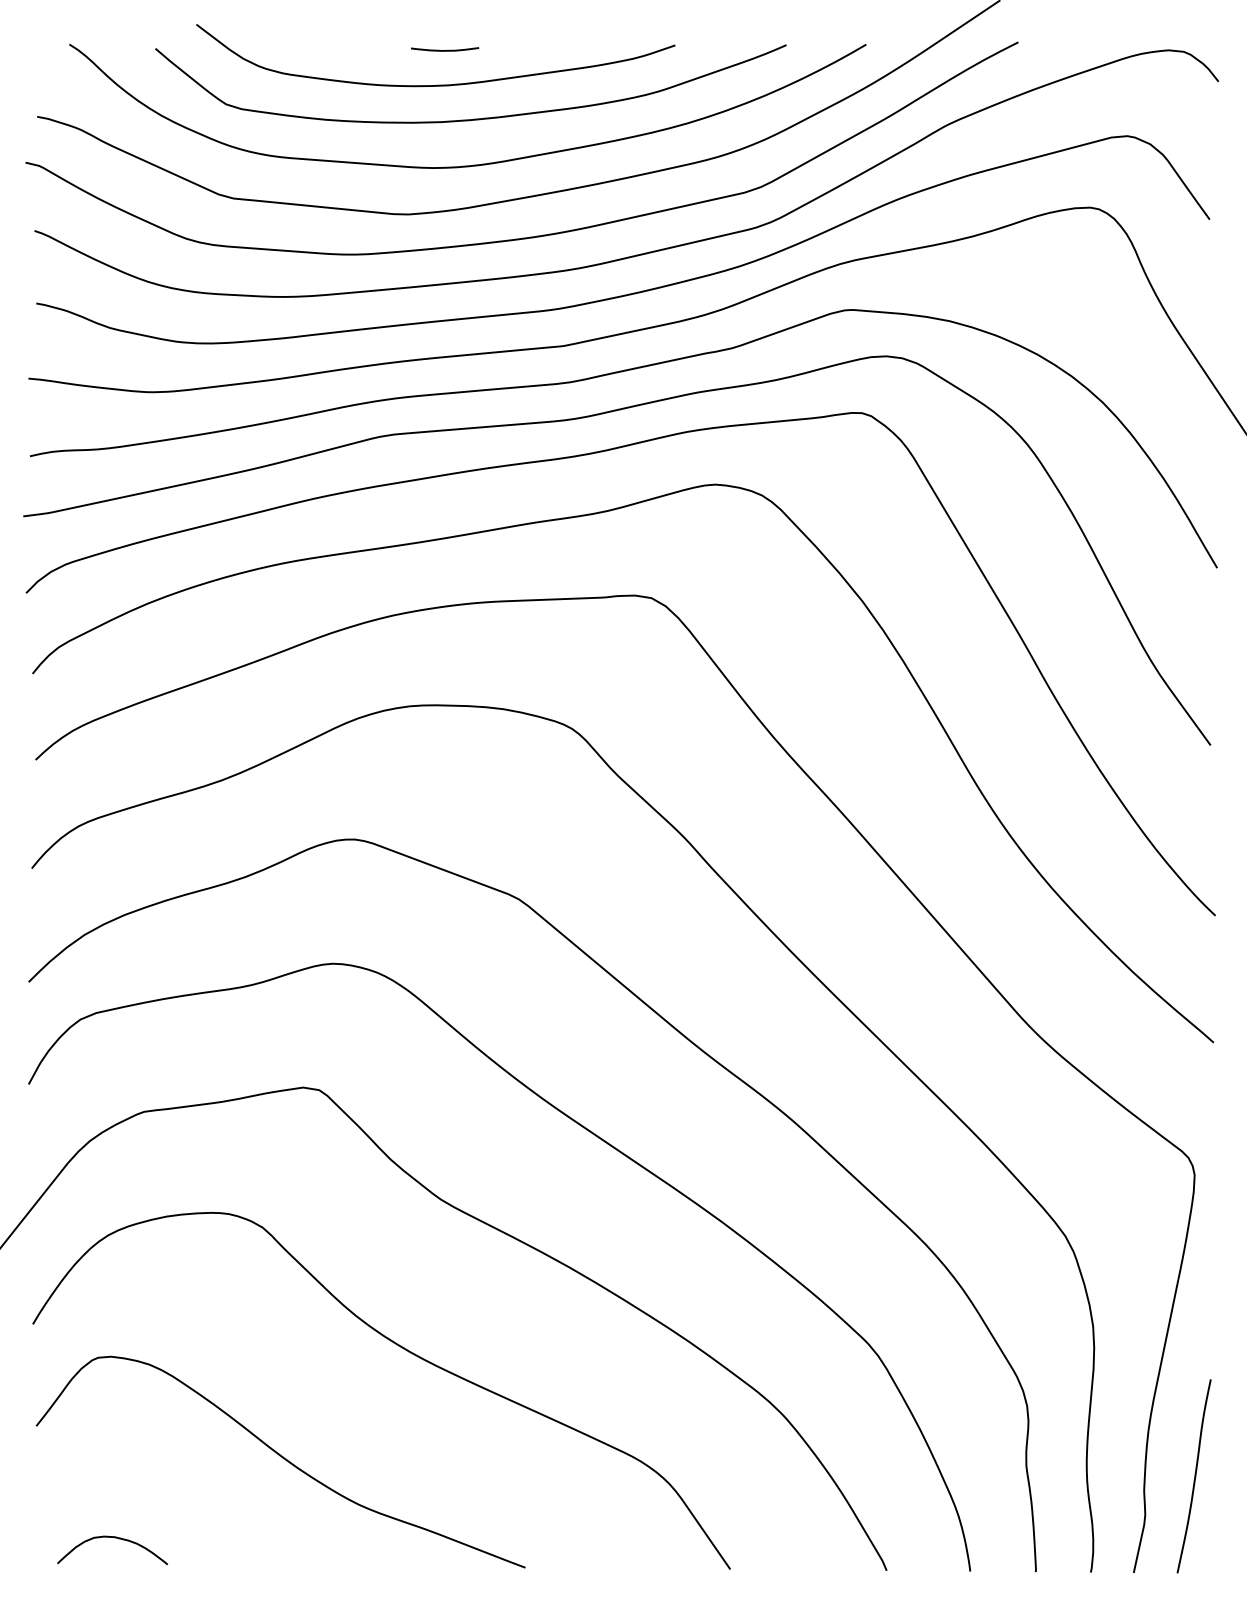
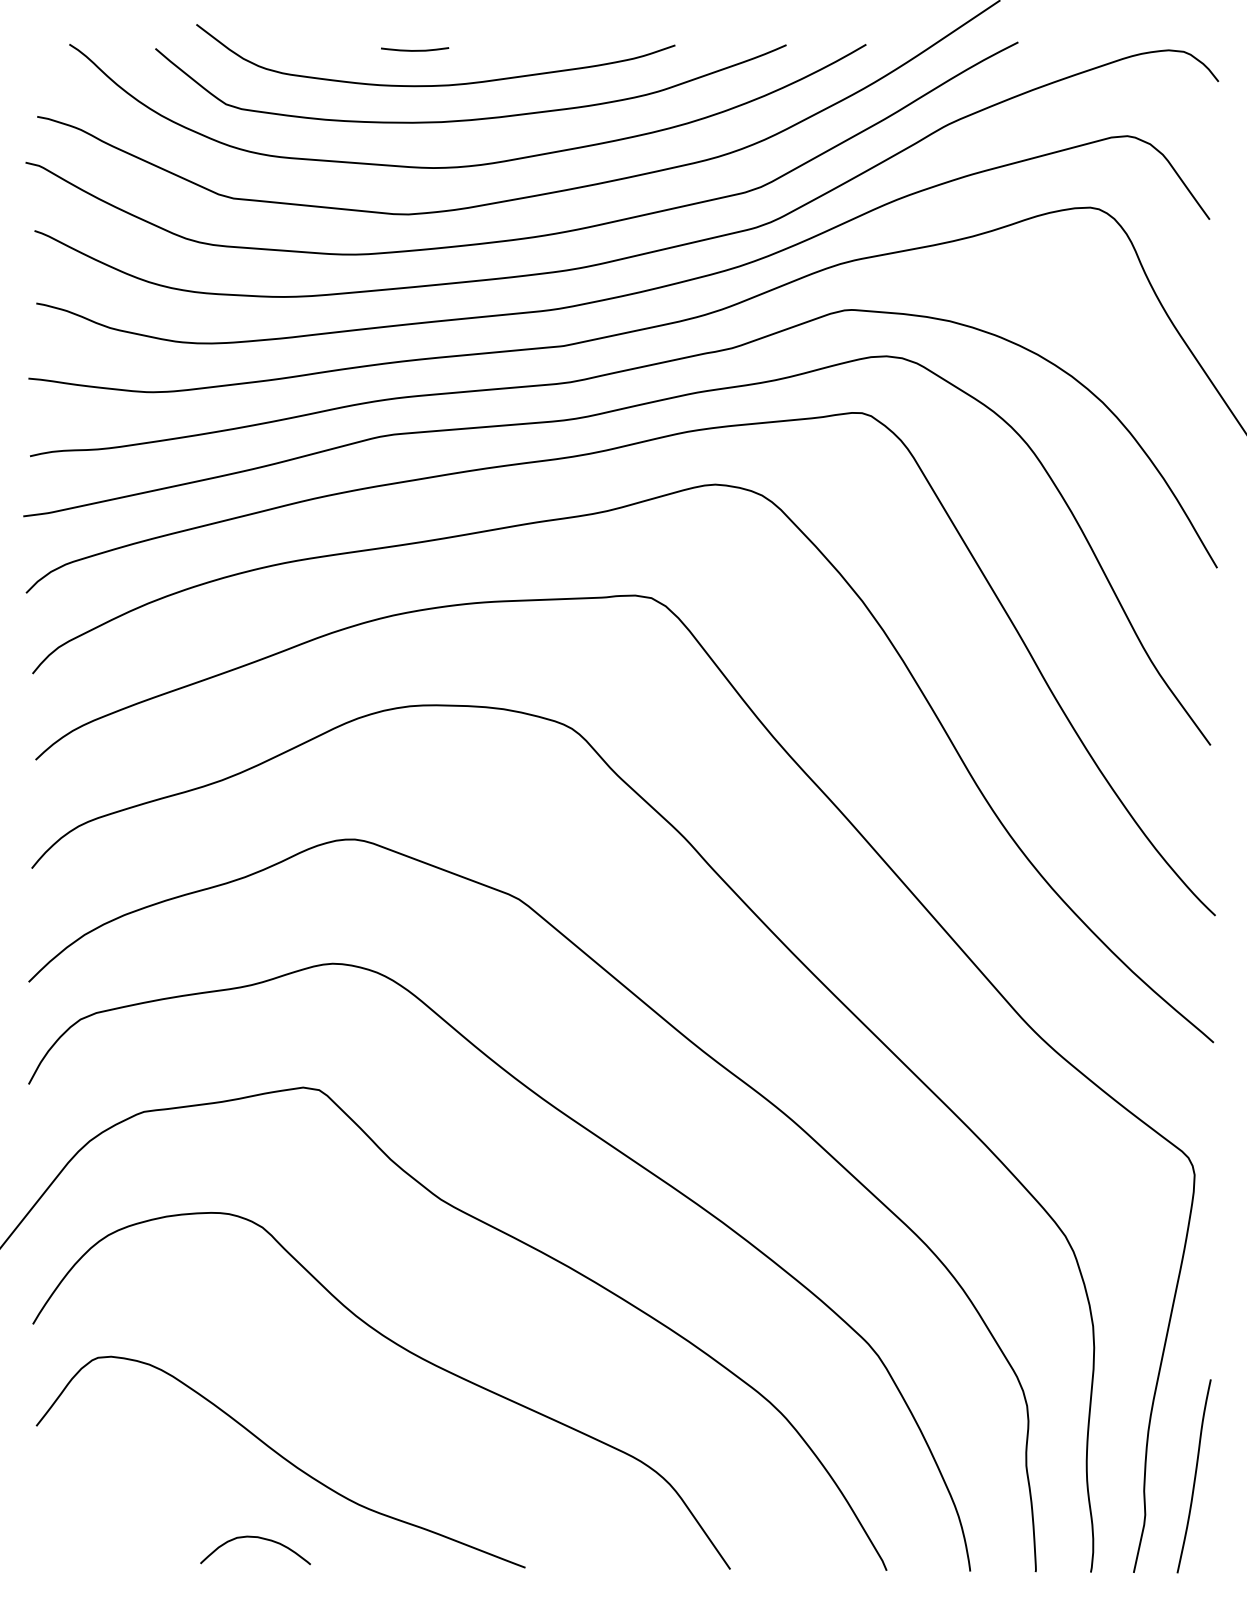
curve at (445, 50) position: (445, 50) -> (415, 50)
curve at (114, 1538) position: (114, 1538) -> (257, 1538)
